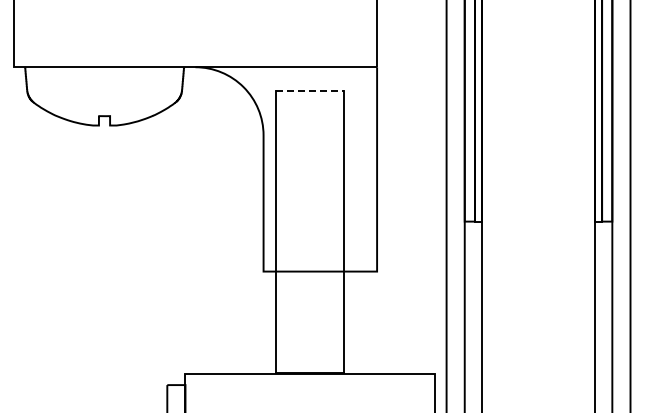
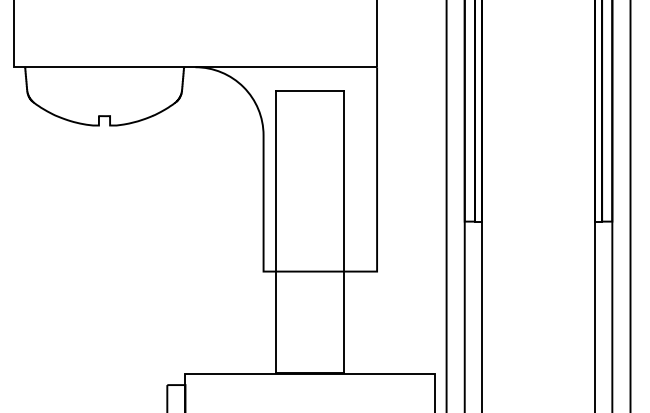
line at (310, 90): dashed -> solid
